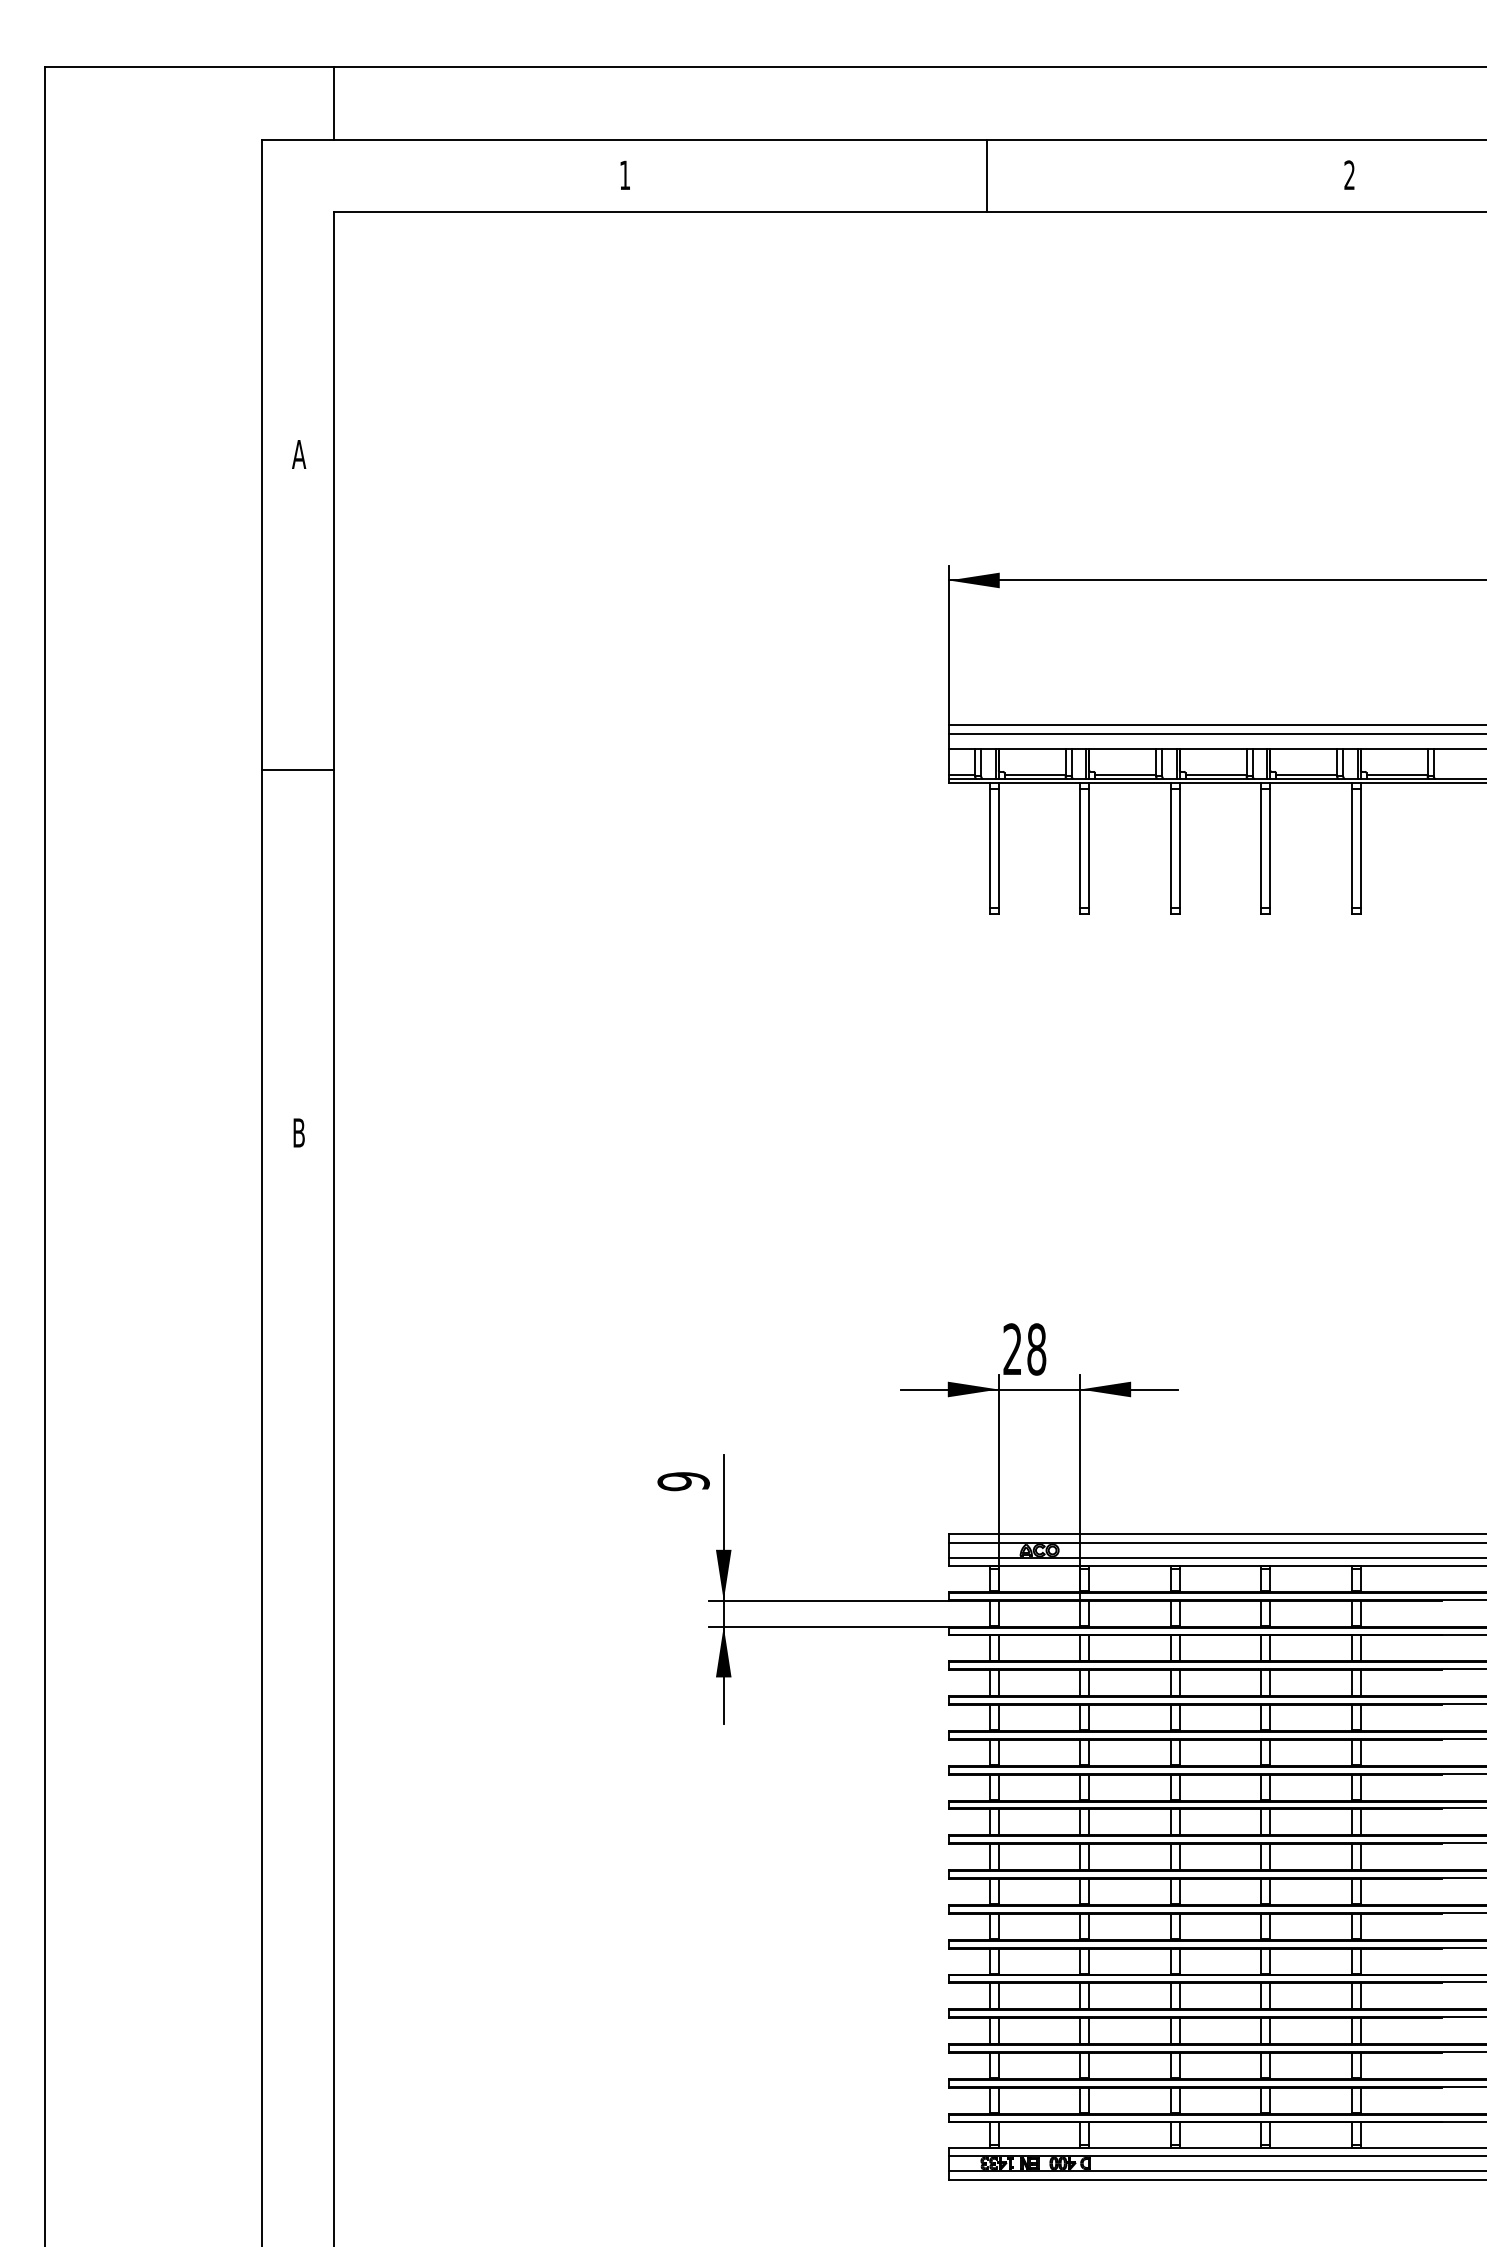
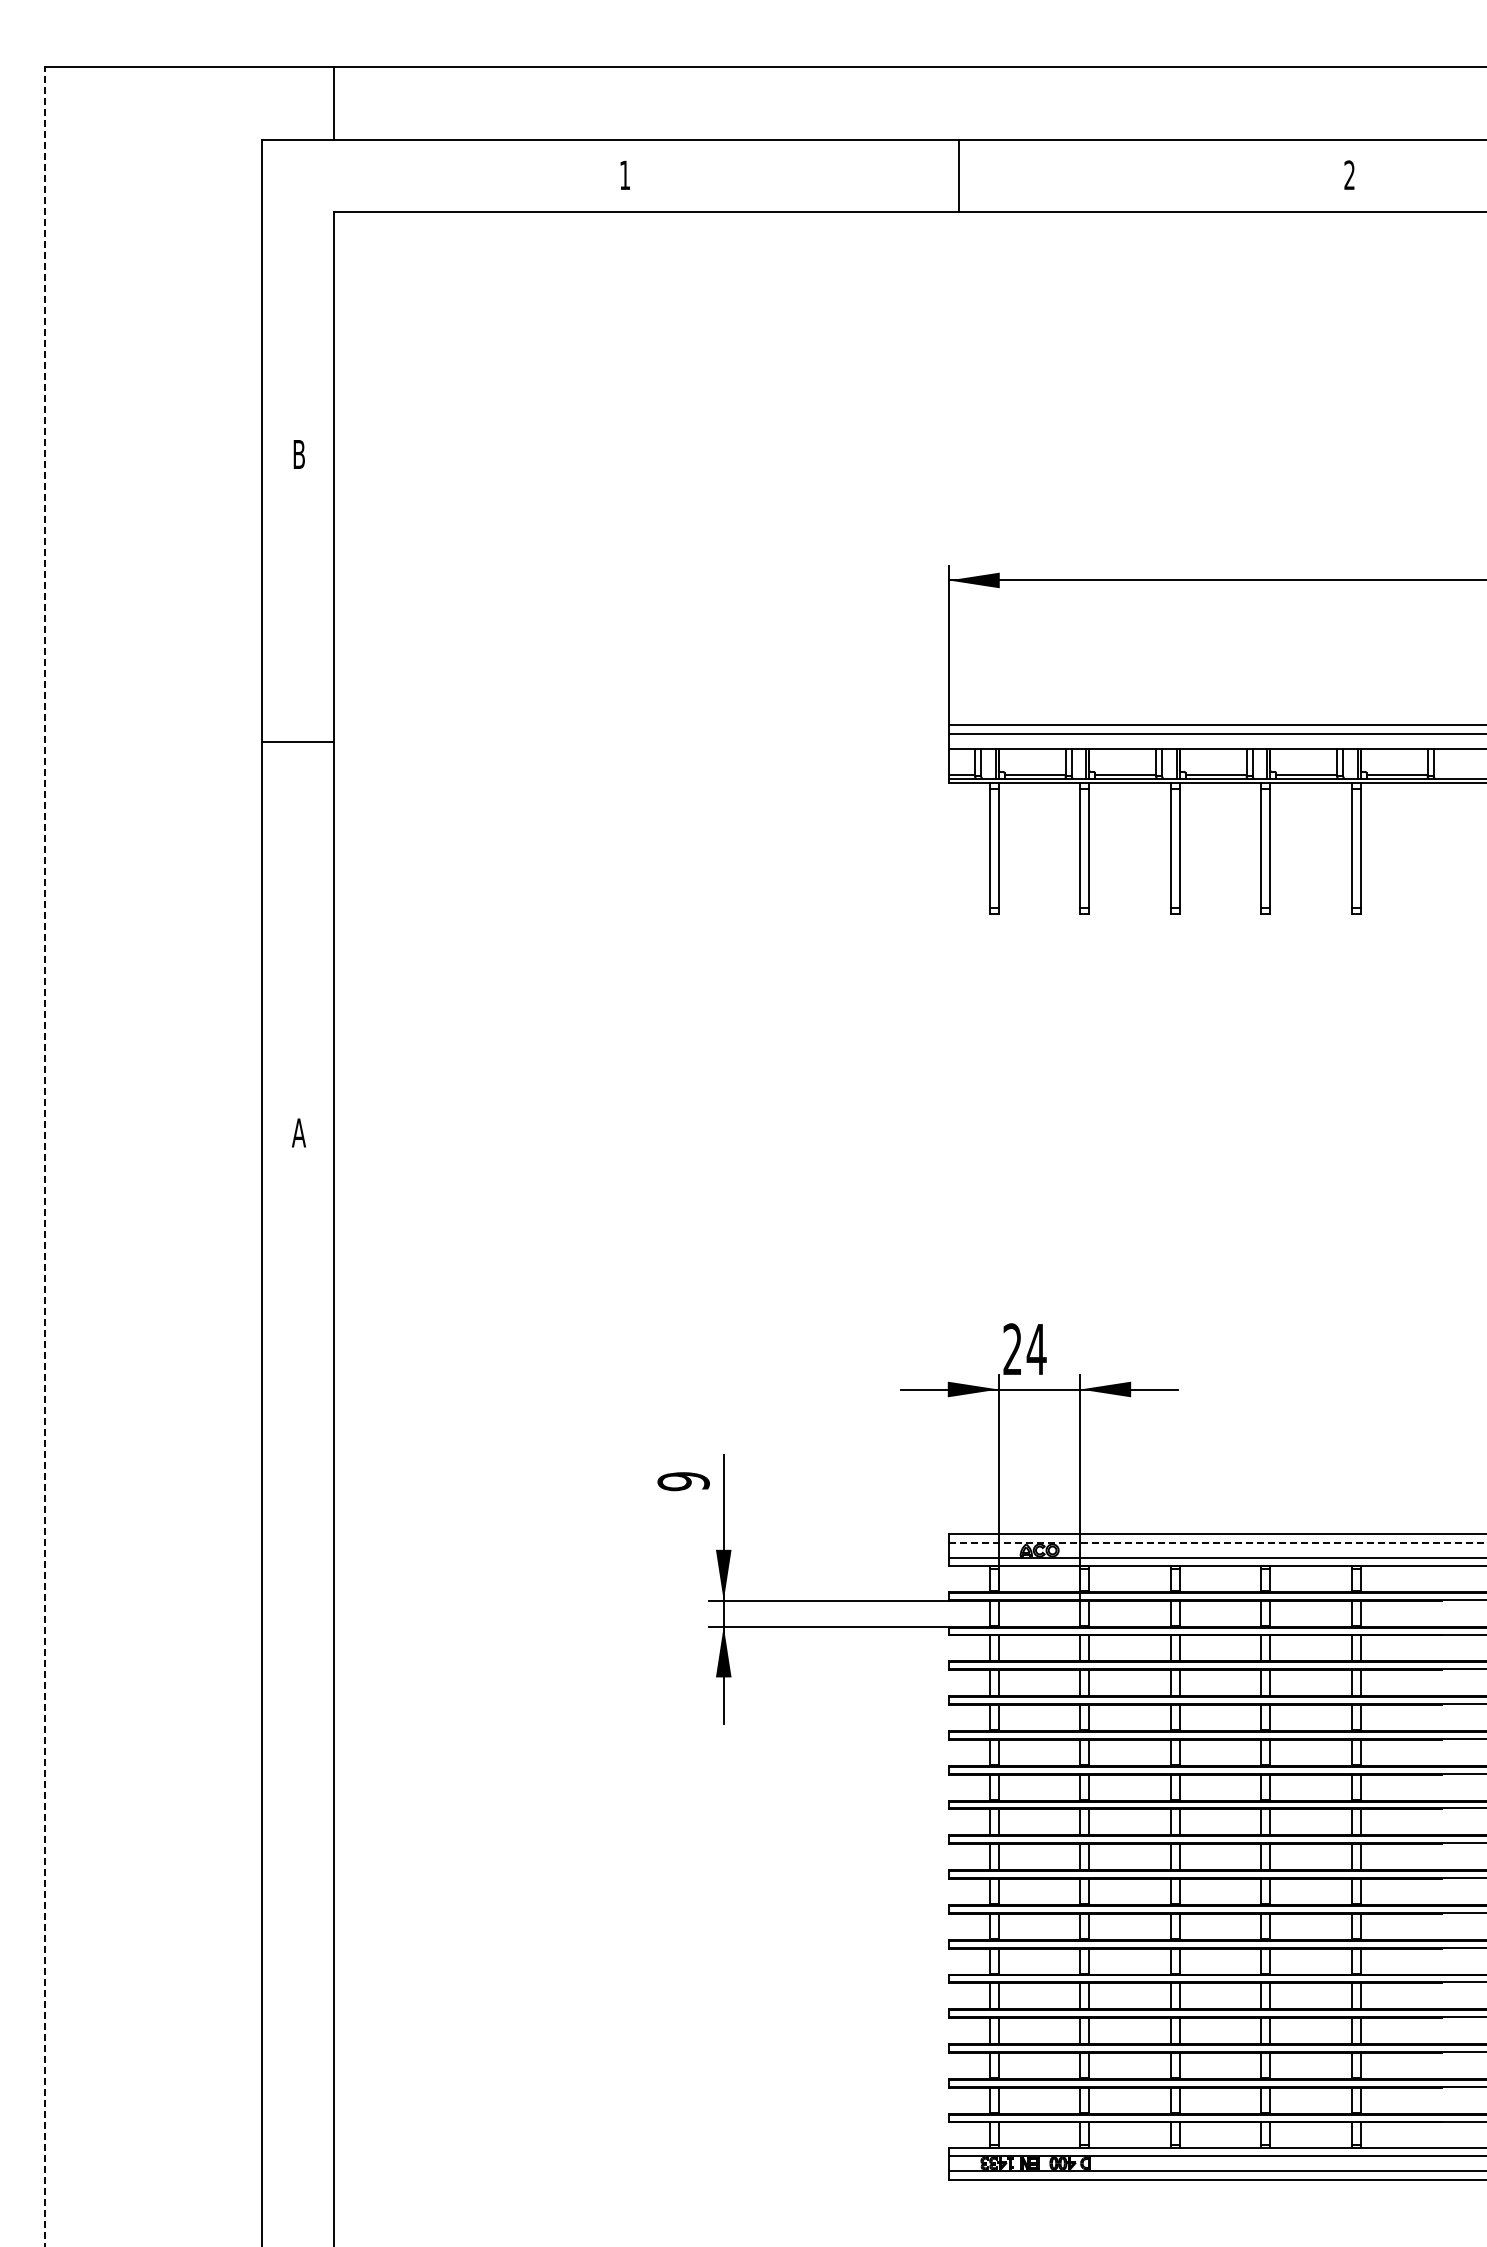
line at (986, 175) position: (986, 175) -> (958, 175)
text at (299, 454): A -> B
line at (297, 770) position: (297, 770) -> (297, 742)
text at (298, 1132): B -> A
line at (44, 1156): solid -> dashed
text at (1036, 1349): 28 -> 24
line at (1217, 1543): solid -> dashed
